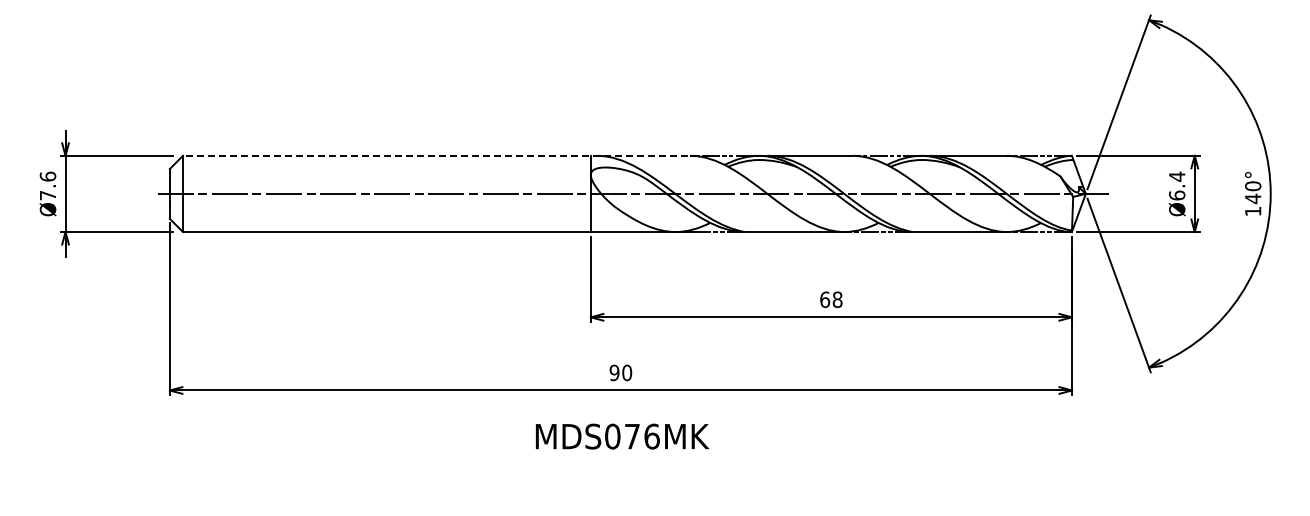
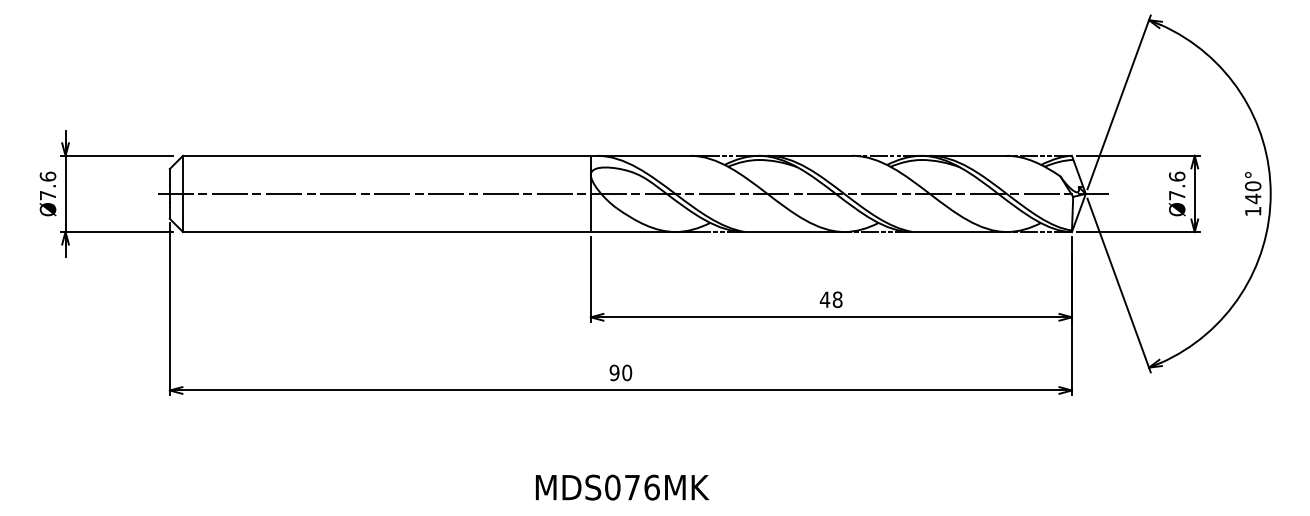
line at (445, 155): dashed -> solid
text at (1177, 185): Ø6.4 -> Ø7.6
text at (824, 299): 68 -> 48
text at (622, 436) position: (622, 436) -> (622, 487)
